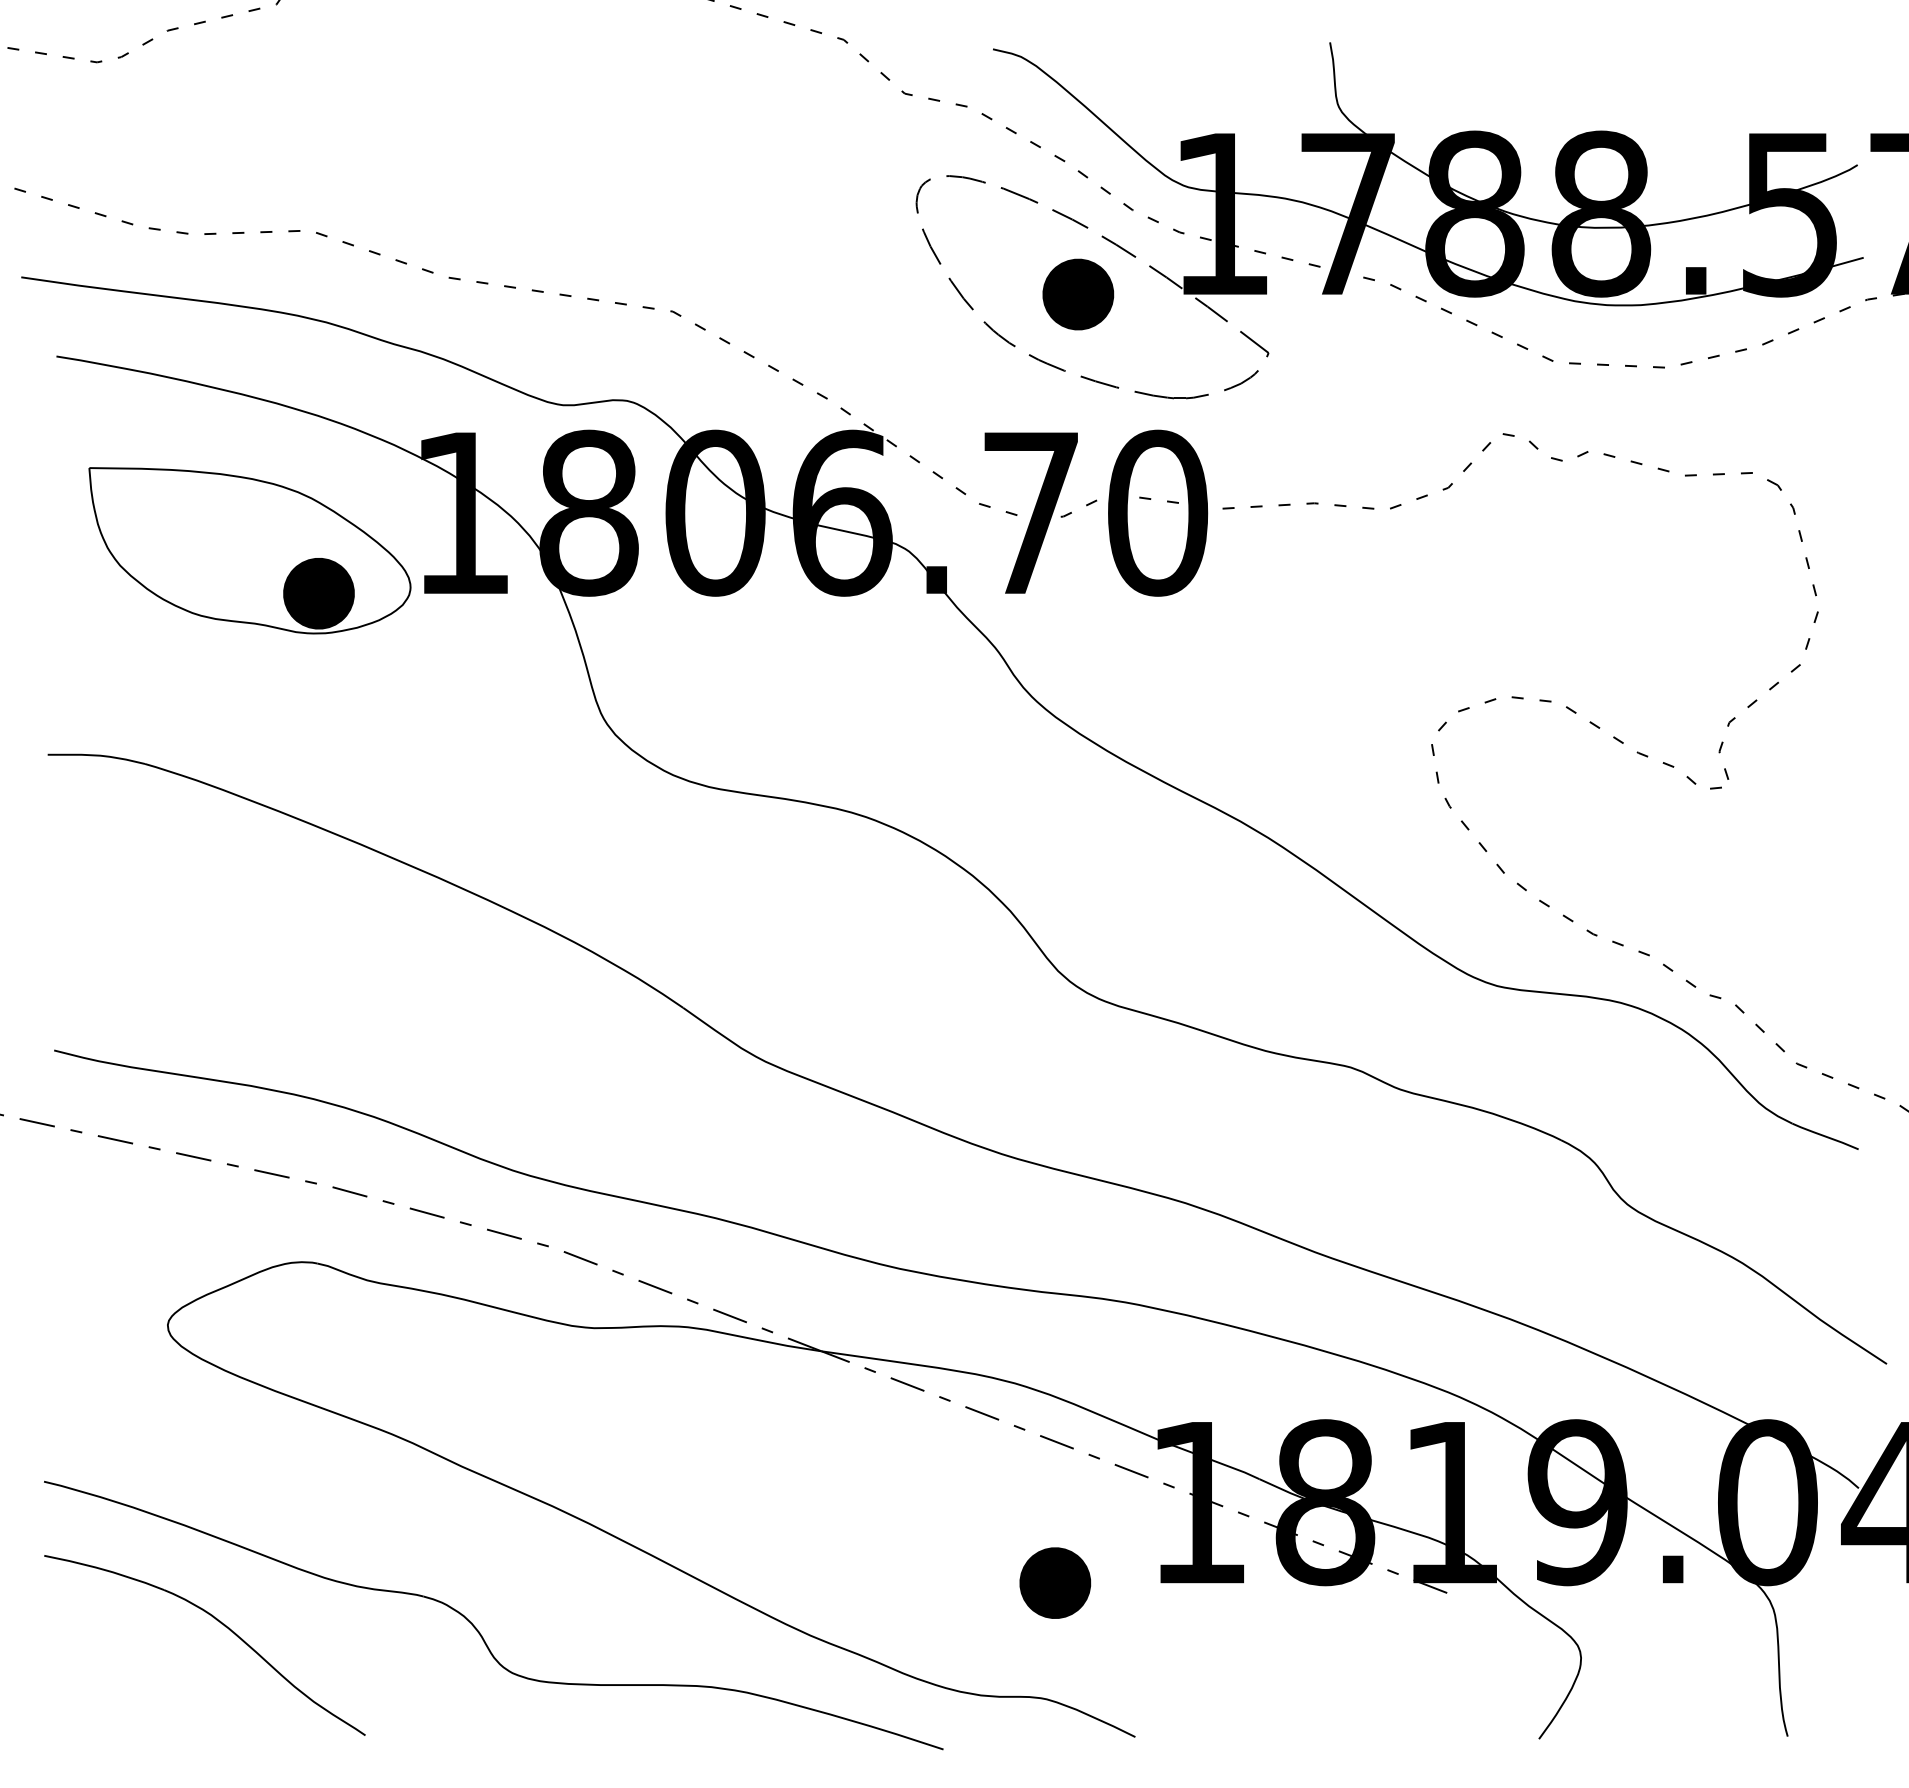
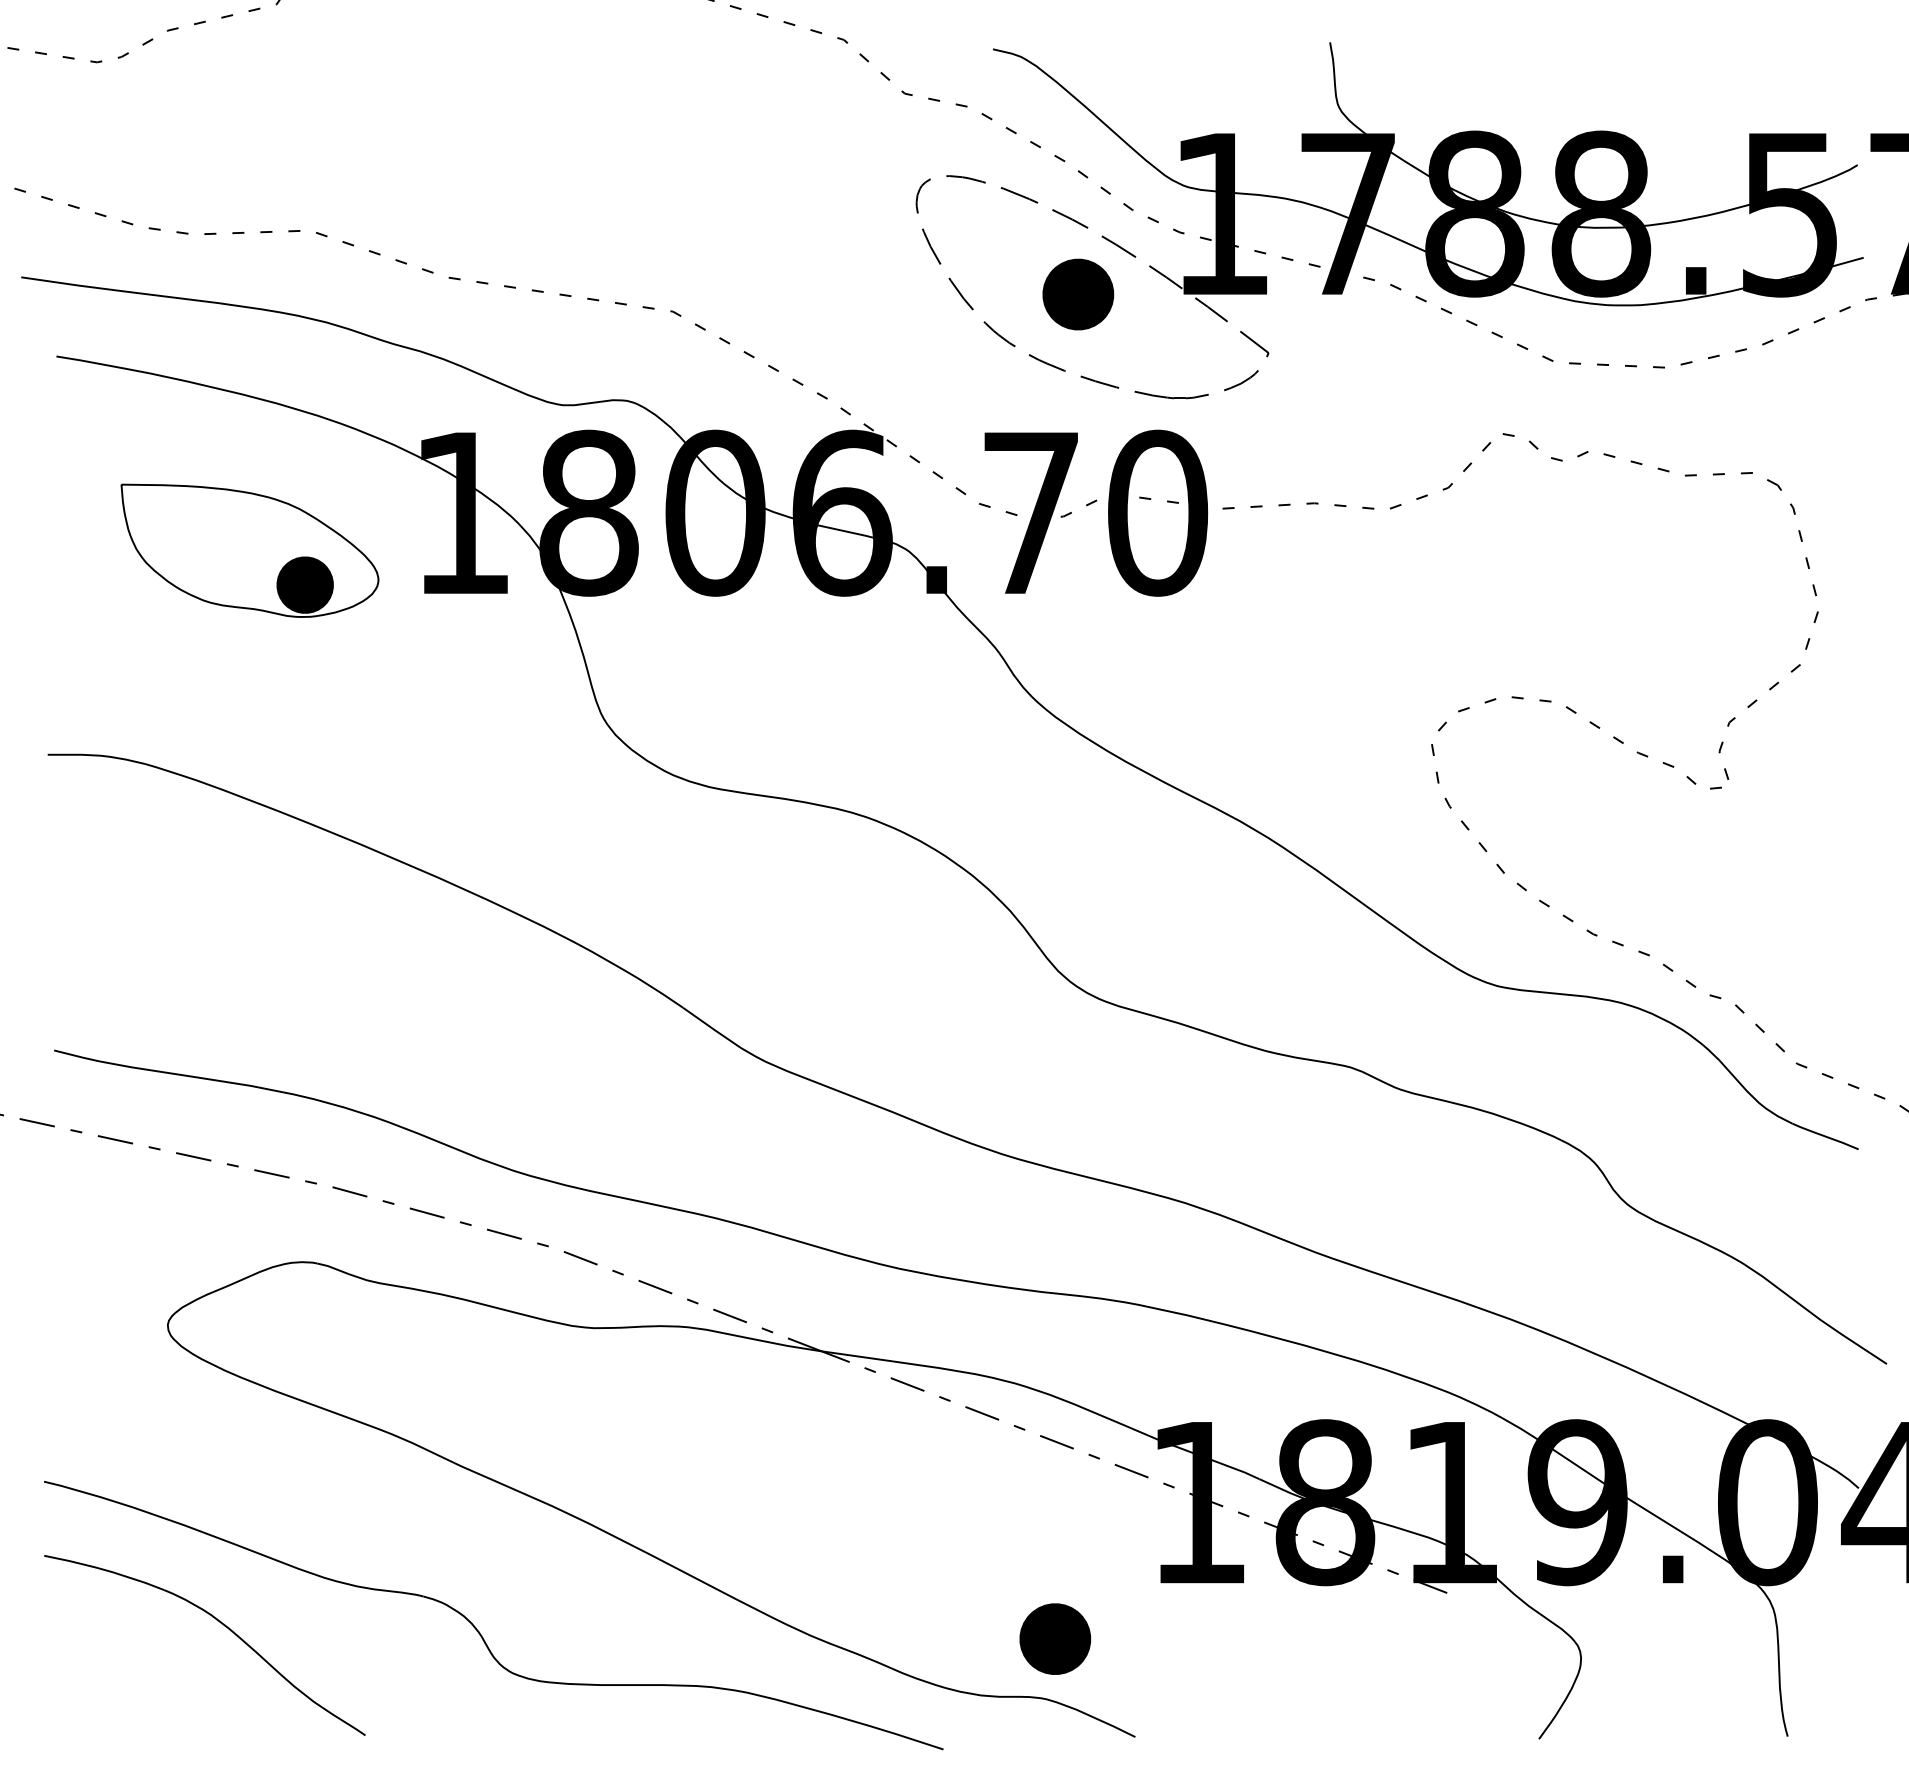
part at (249, 550) size: 324x168 px -> 260x135 px
part at (1055, 1582) position: (1055, 1582) -> (1055, 1638)
